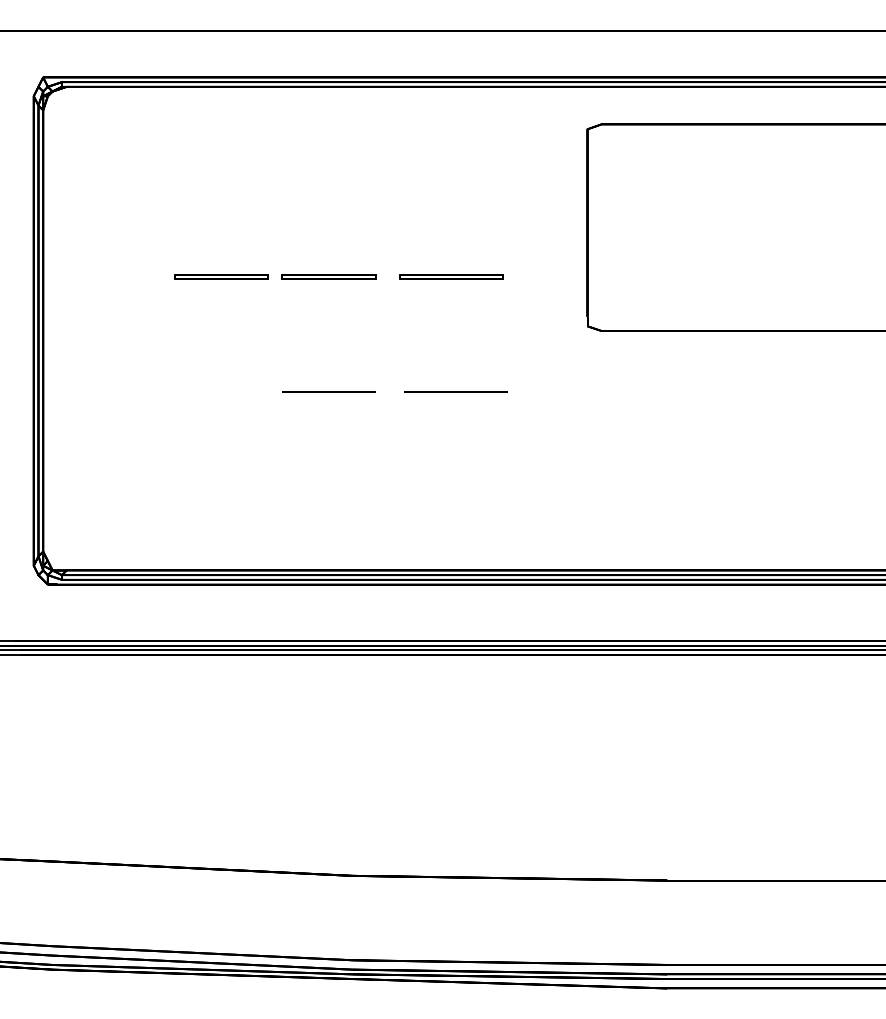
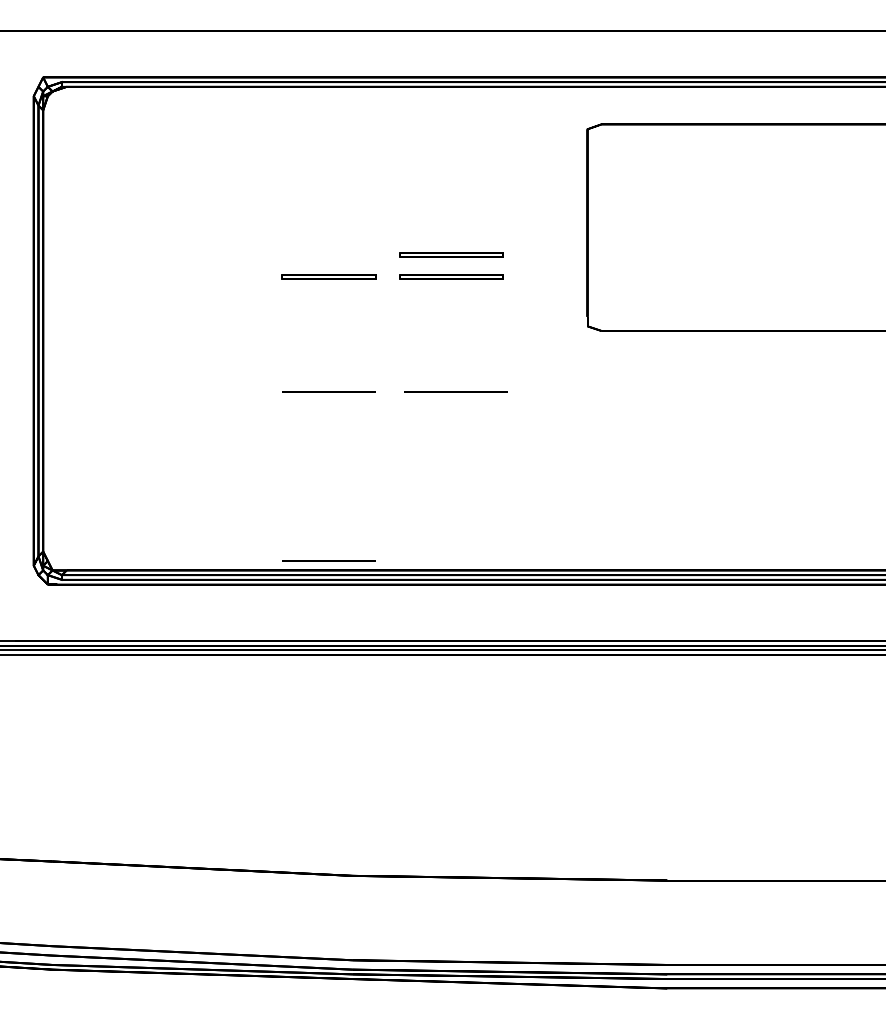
part at (451, 254): none -> present
part at (221, 276): present -> none
line at (328, 560): none -> present
